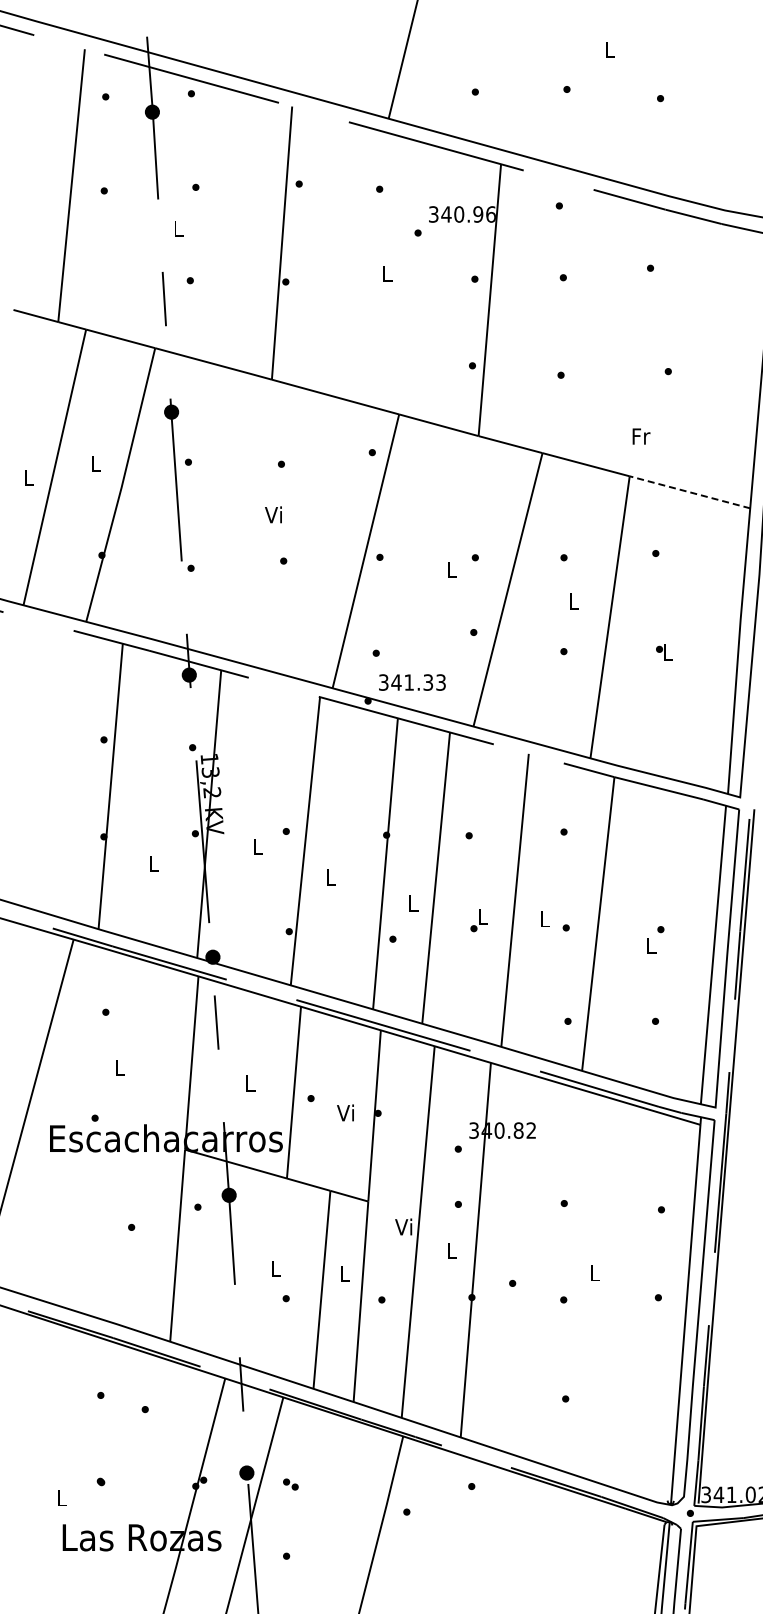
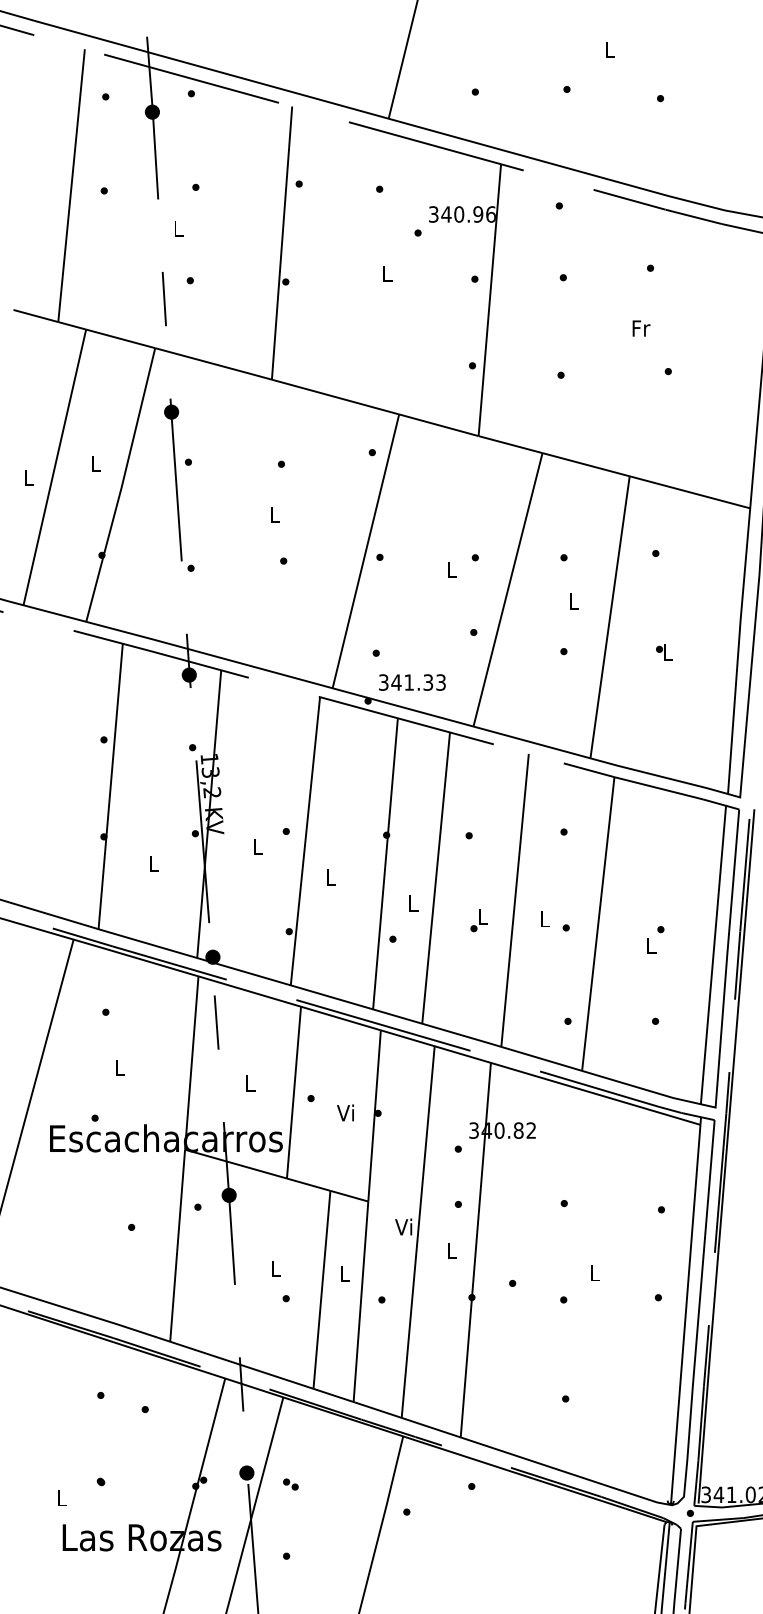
text at (641, 436) position: (641, 436) -> (641, 328)
line at (689, 492): dashed -> solid
text at (273, 514): Vi -> L
